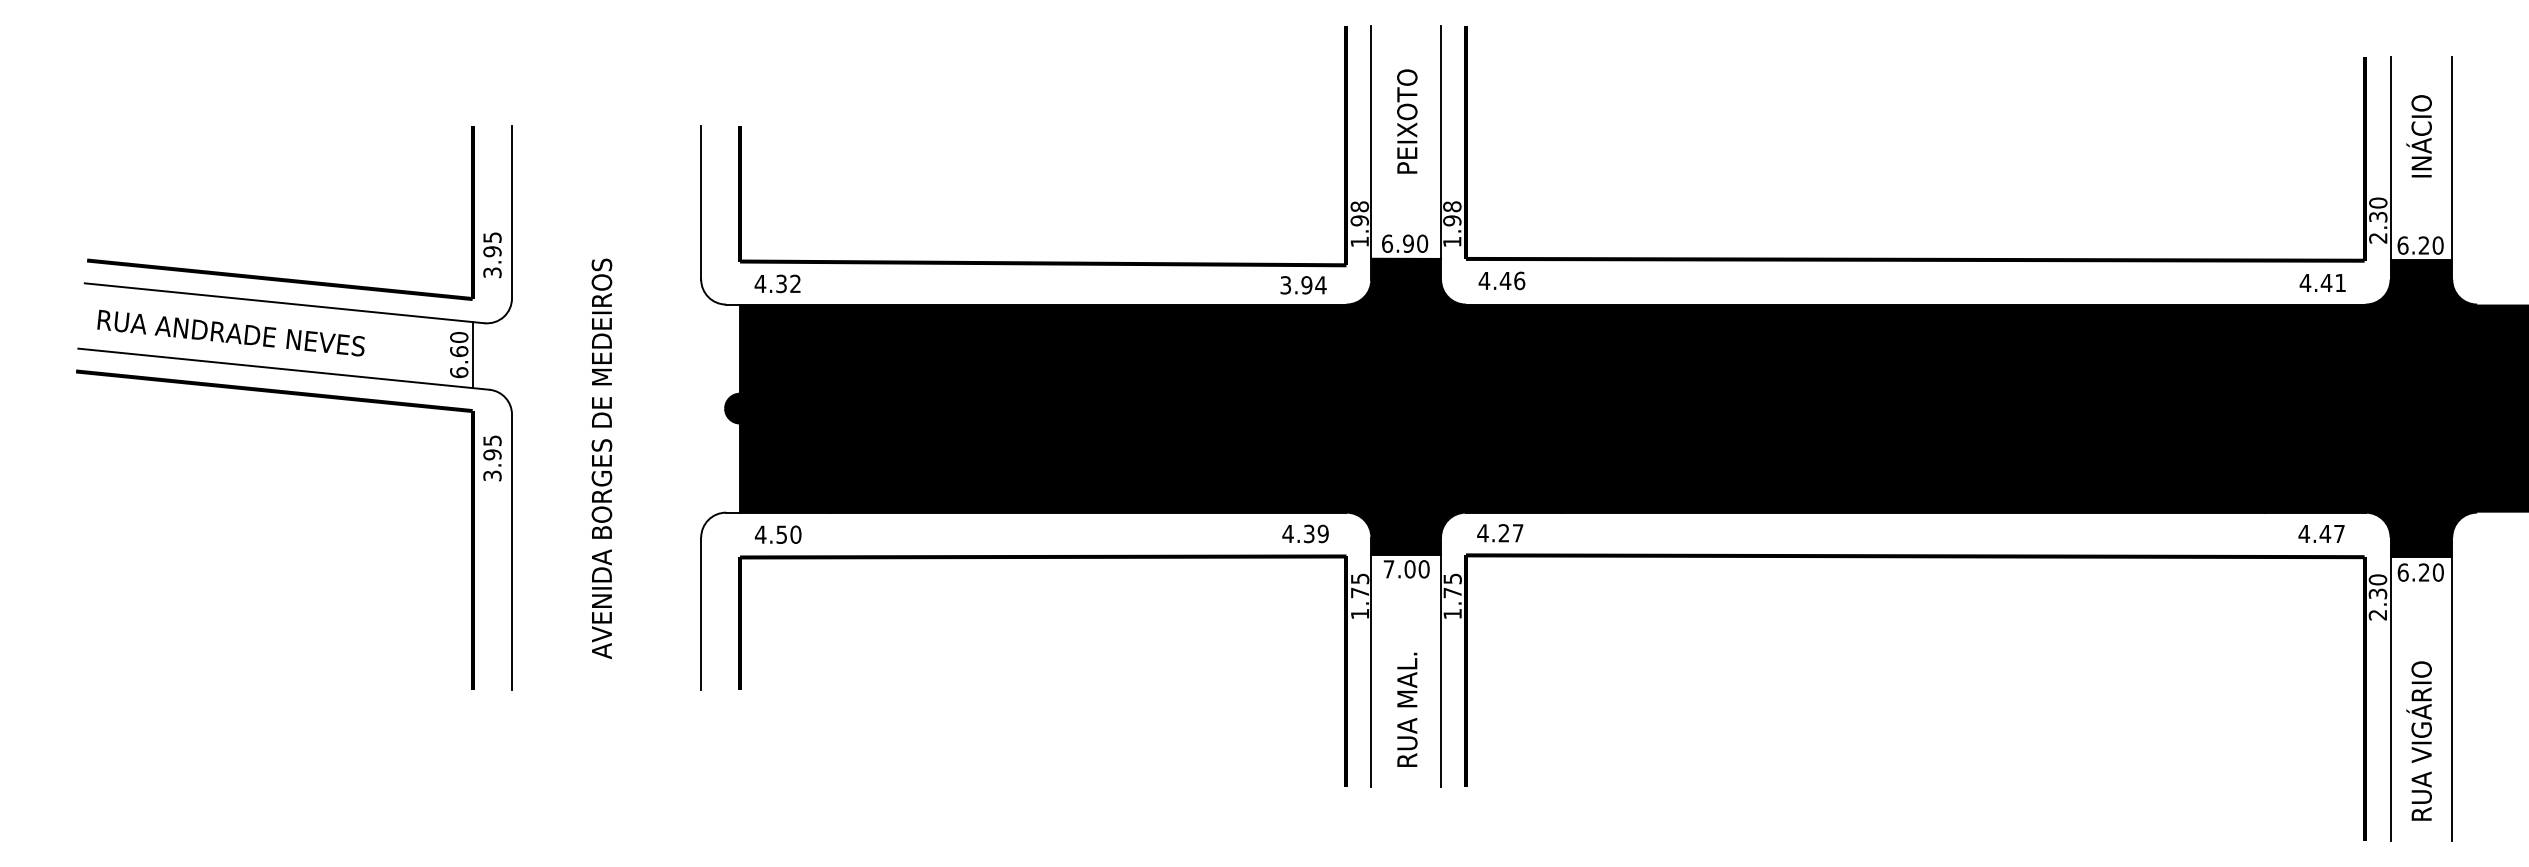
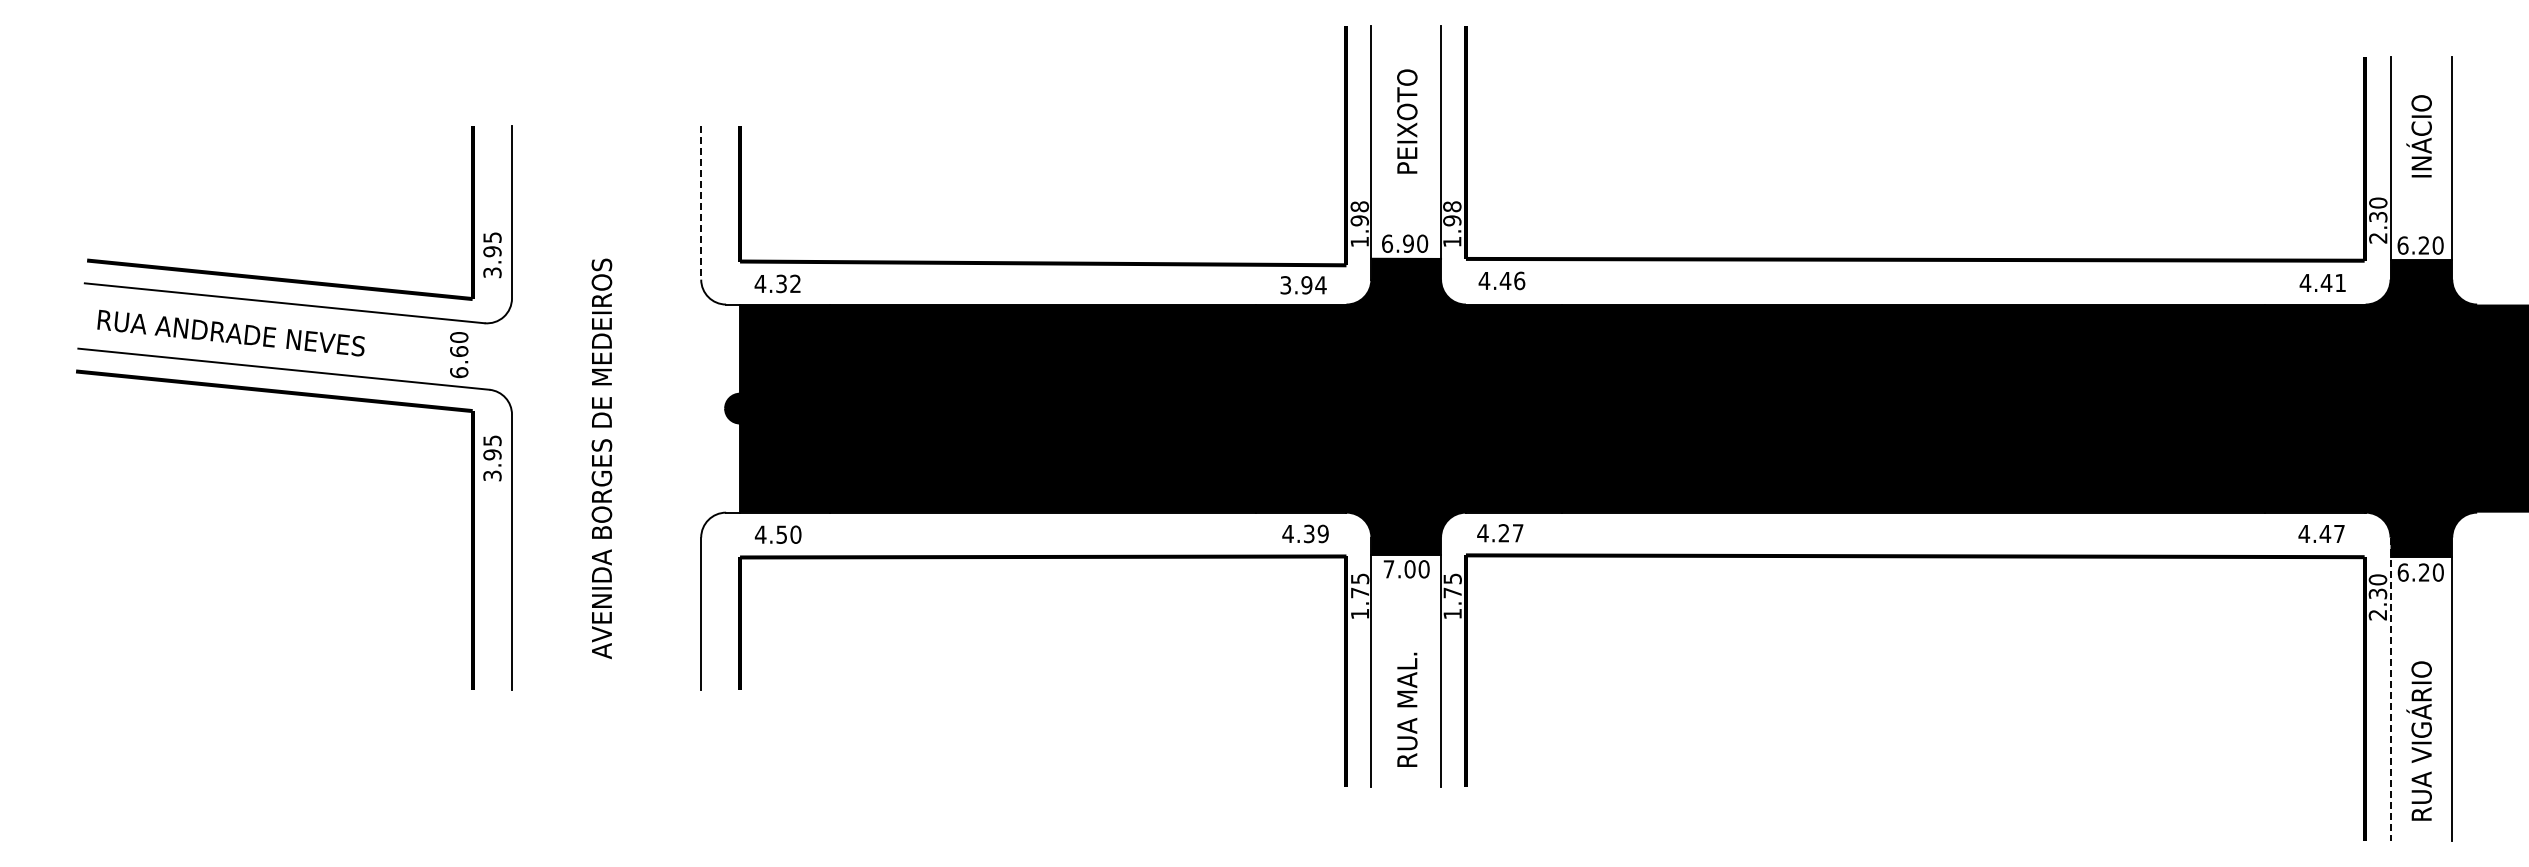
line at (701, 202): solid -> dashed
line at (472, 355): present -> none
line at (2390, 689): solid -> dashed
